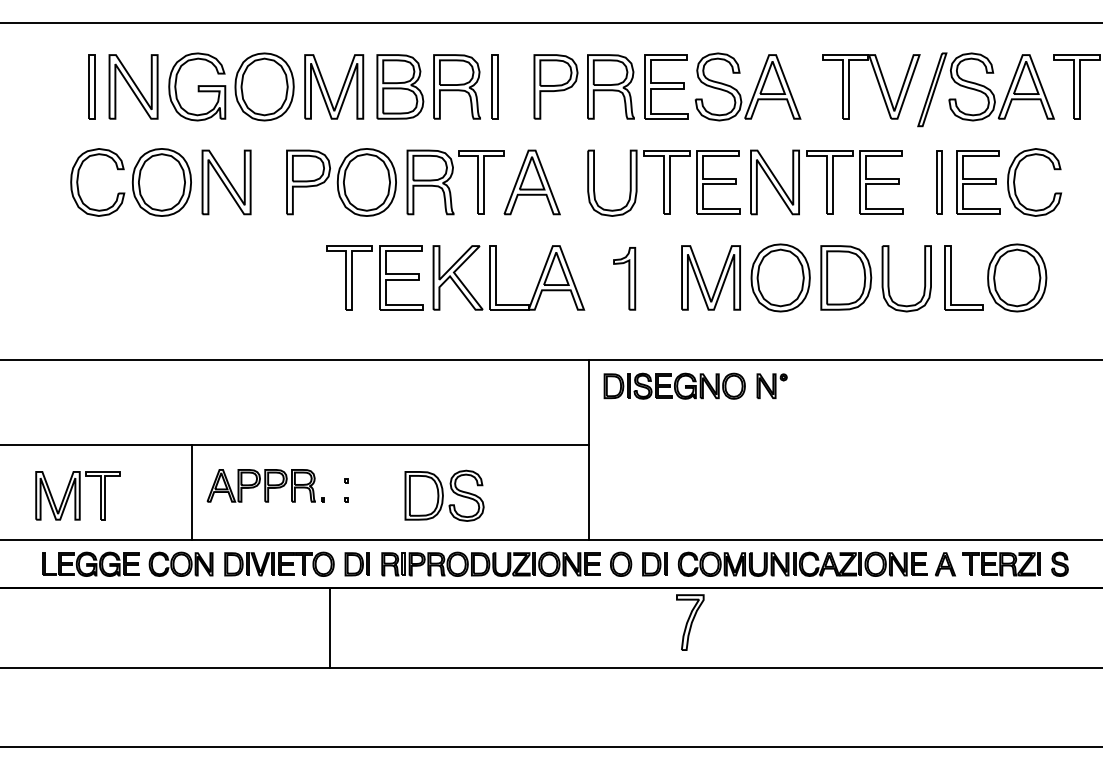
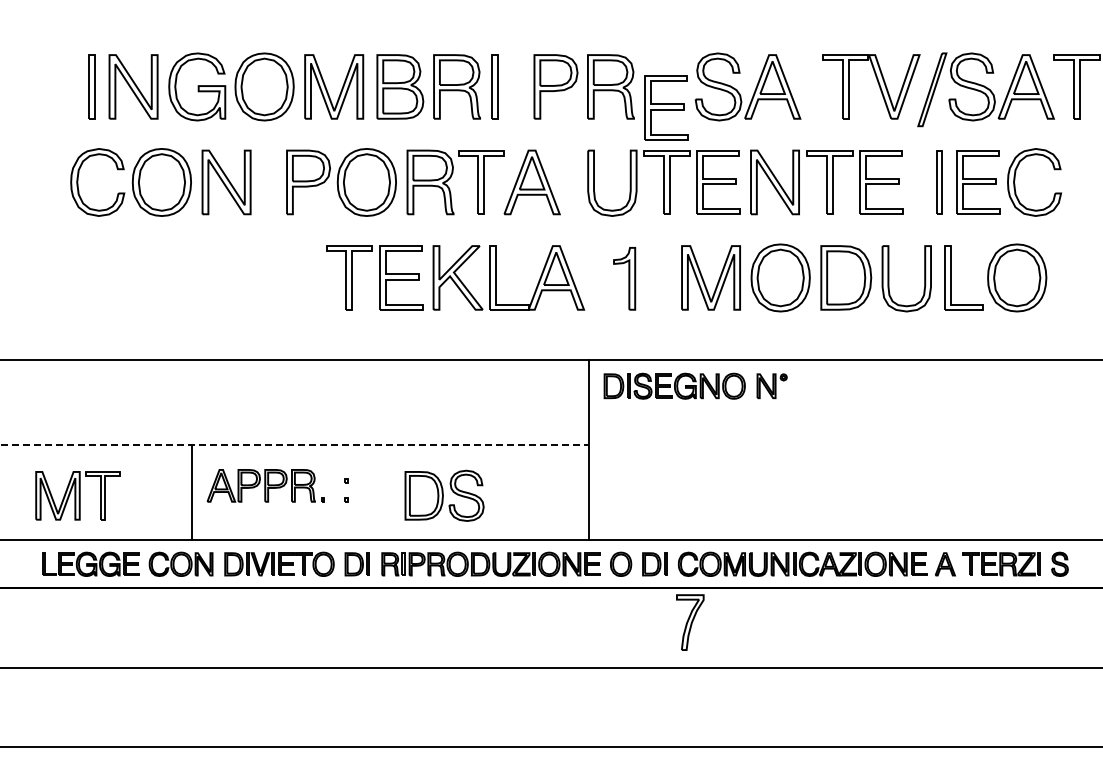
line at (550, 22): present -> none
part at (666, 86) position: (666, 86) -> (666, 107)
line at (294, 444): solid -> dashed
line at (329, 627): present -> none
